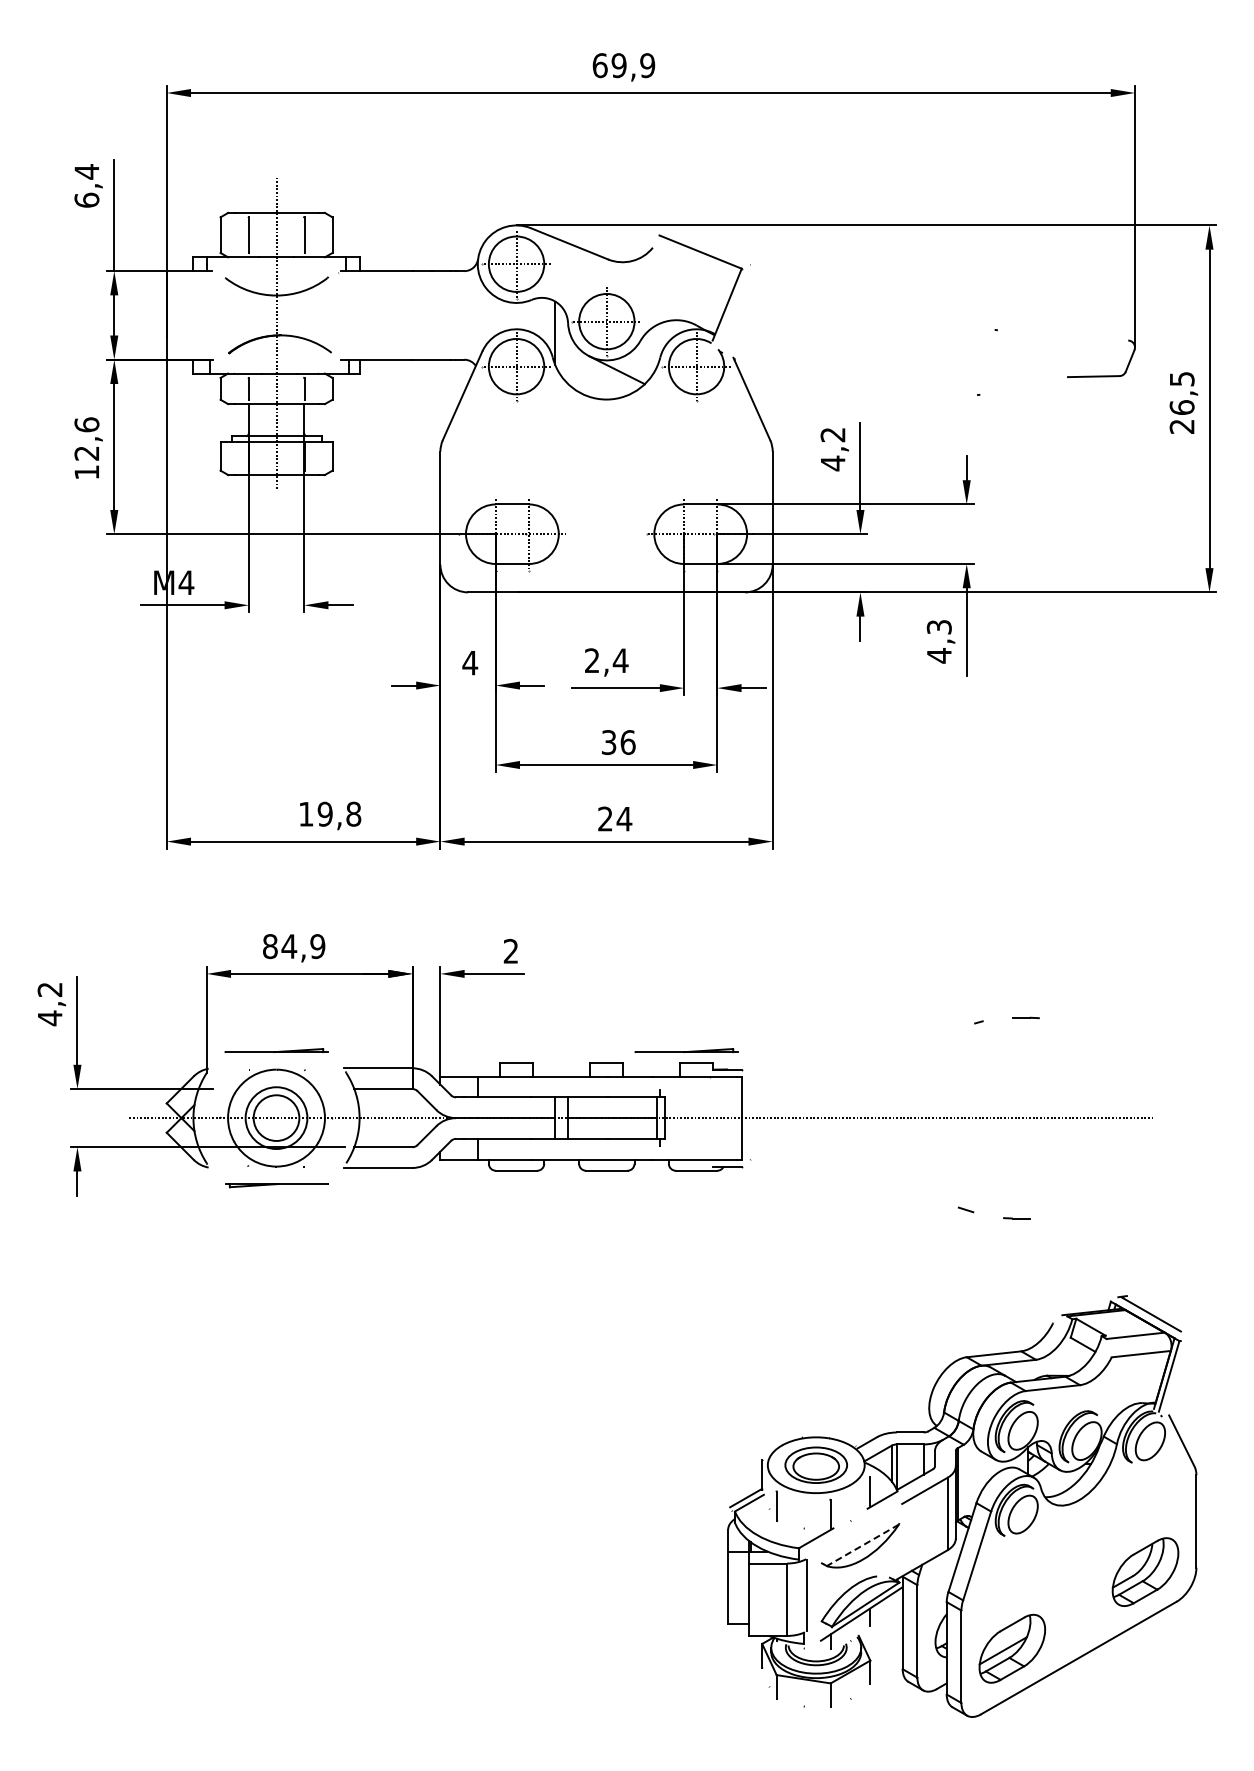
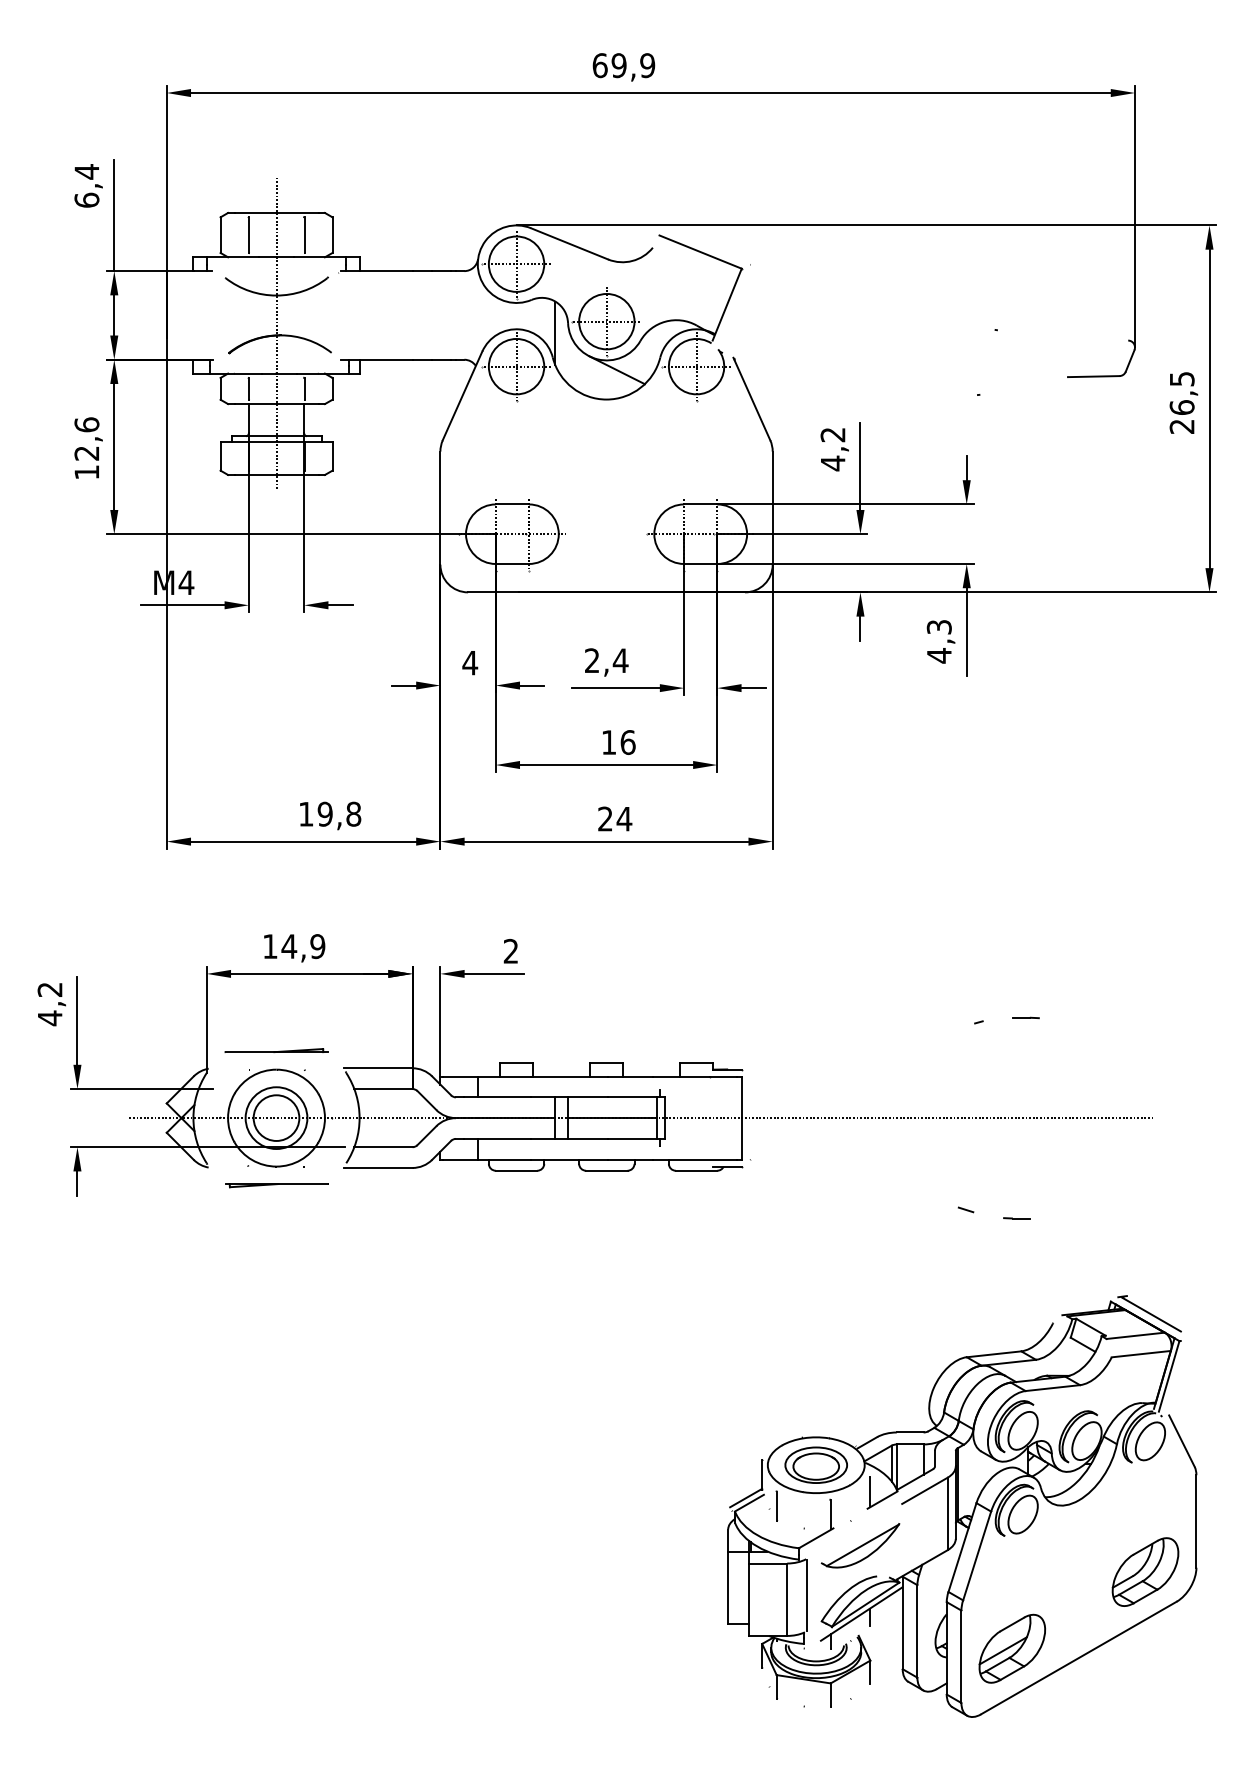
text at (609, 742): 36 -> 16
text at (270, 946): 84,9 -> 14,9
part at (686, 1050): present -> none
line at (862, 1545): dashed -> solid
